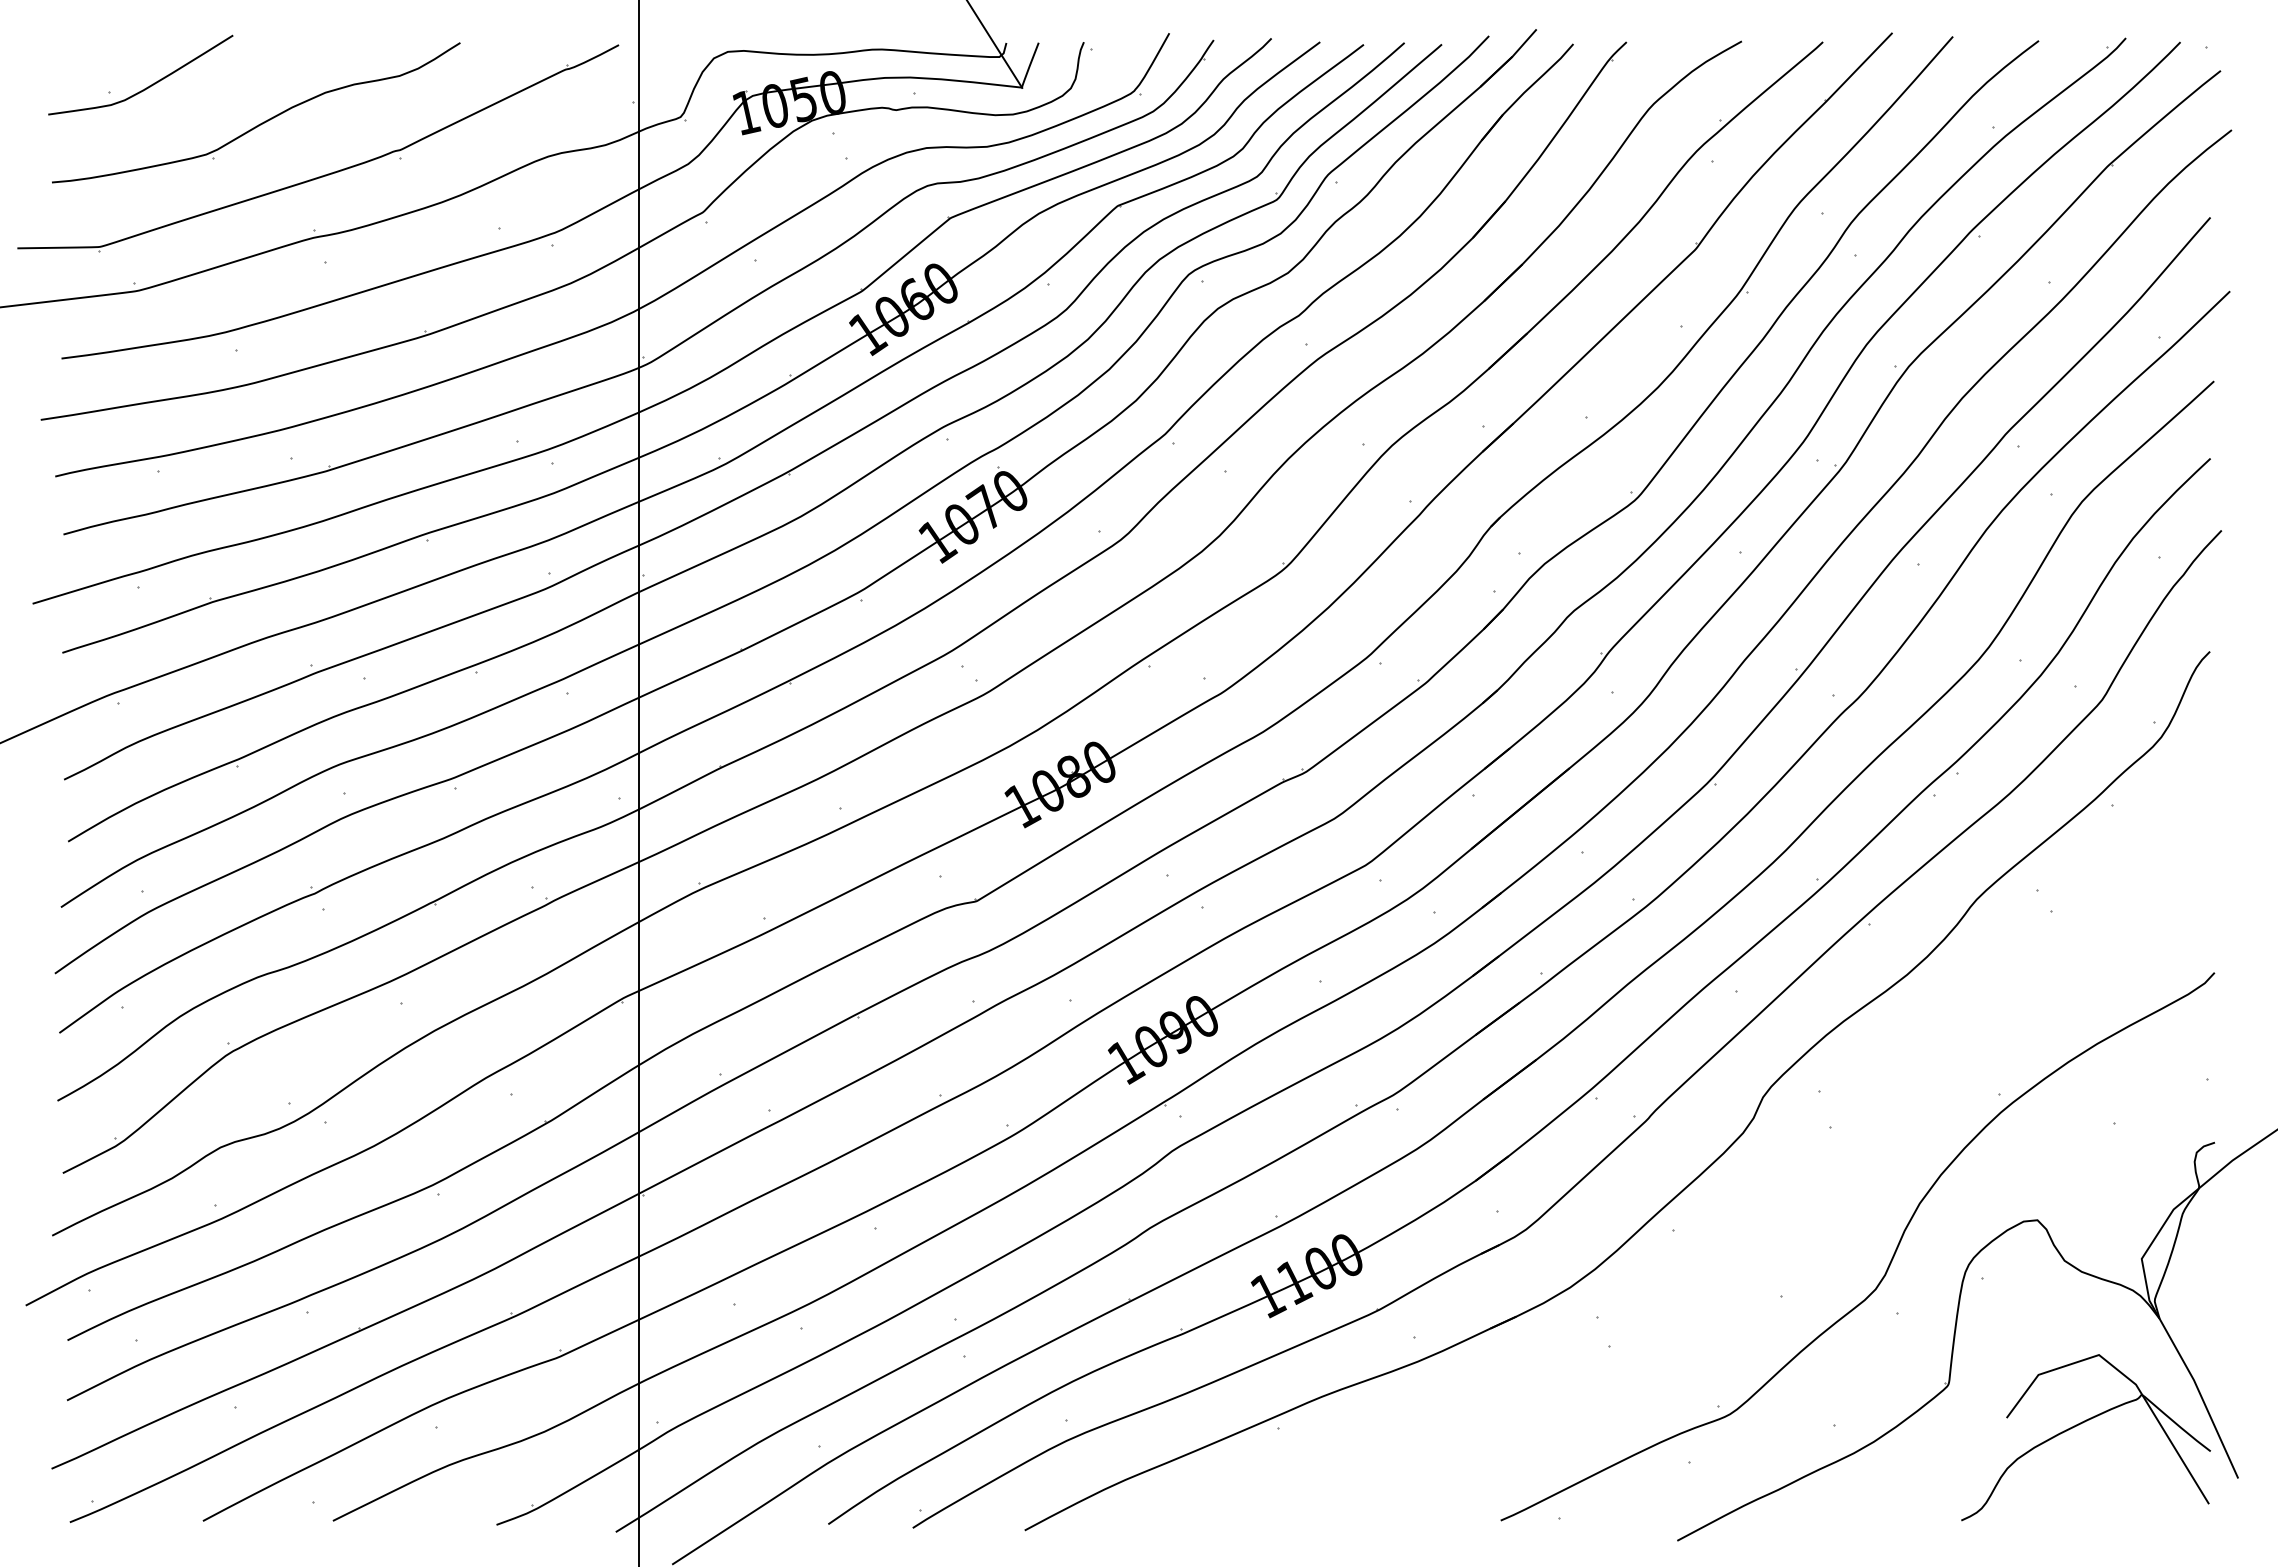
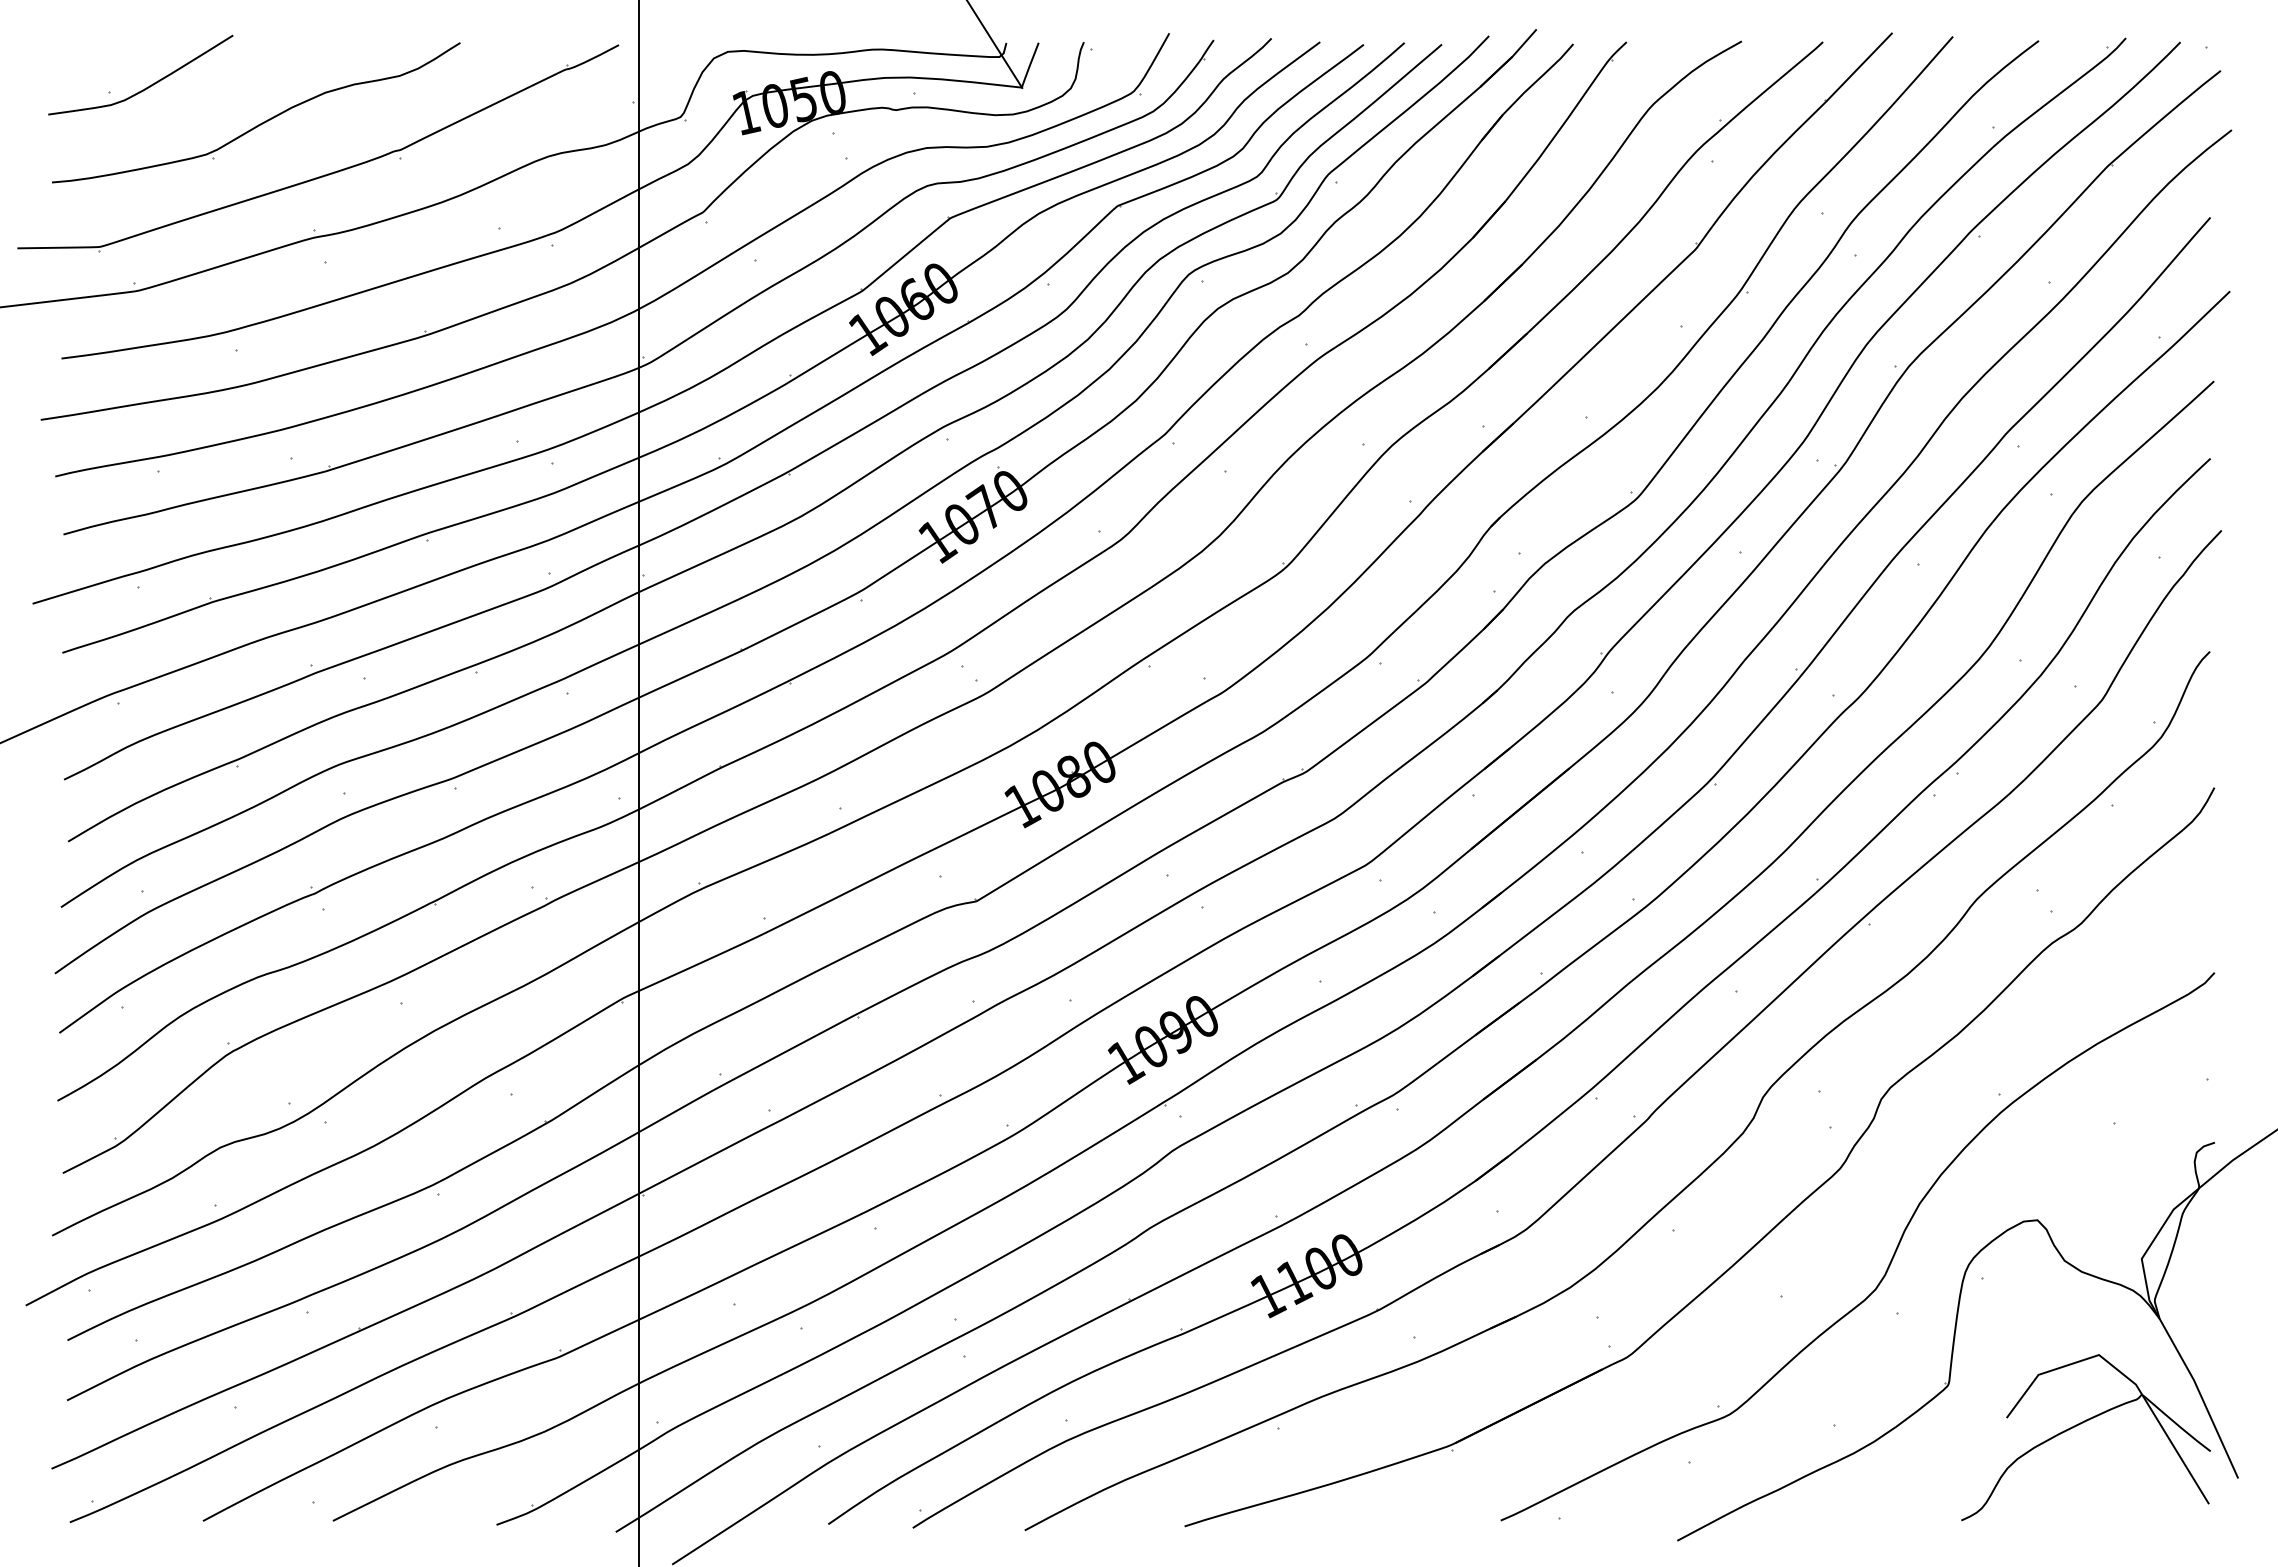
part at (1769, 1230): none -> present
